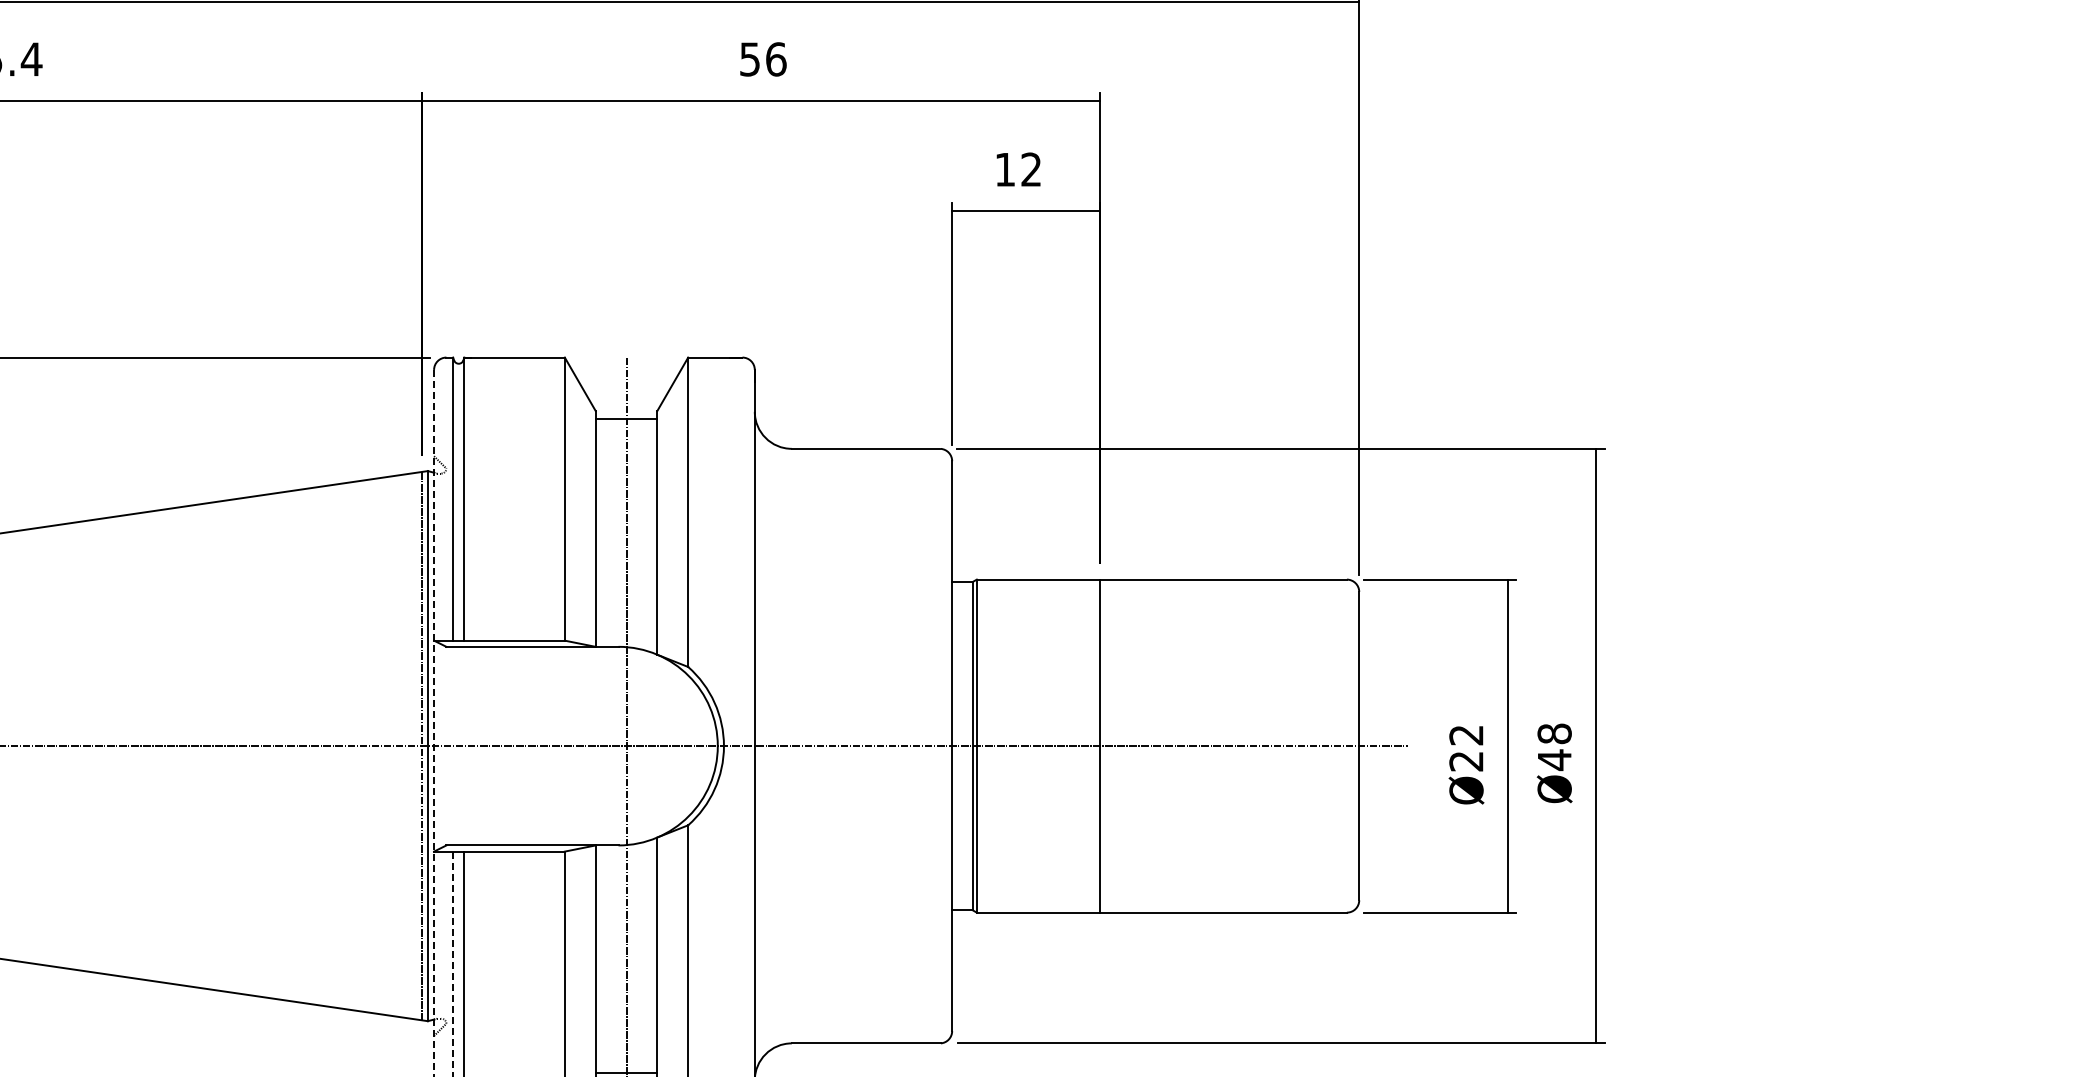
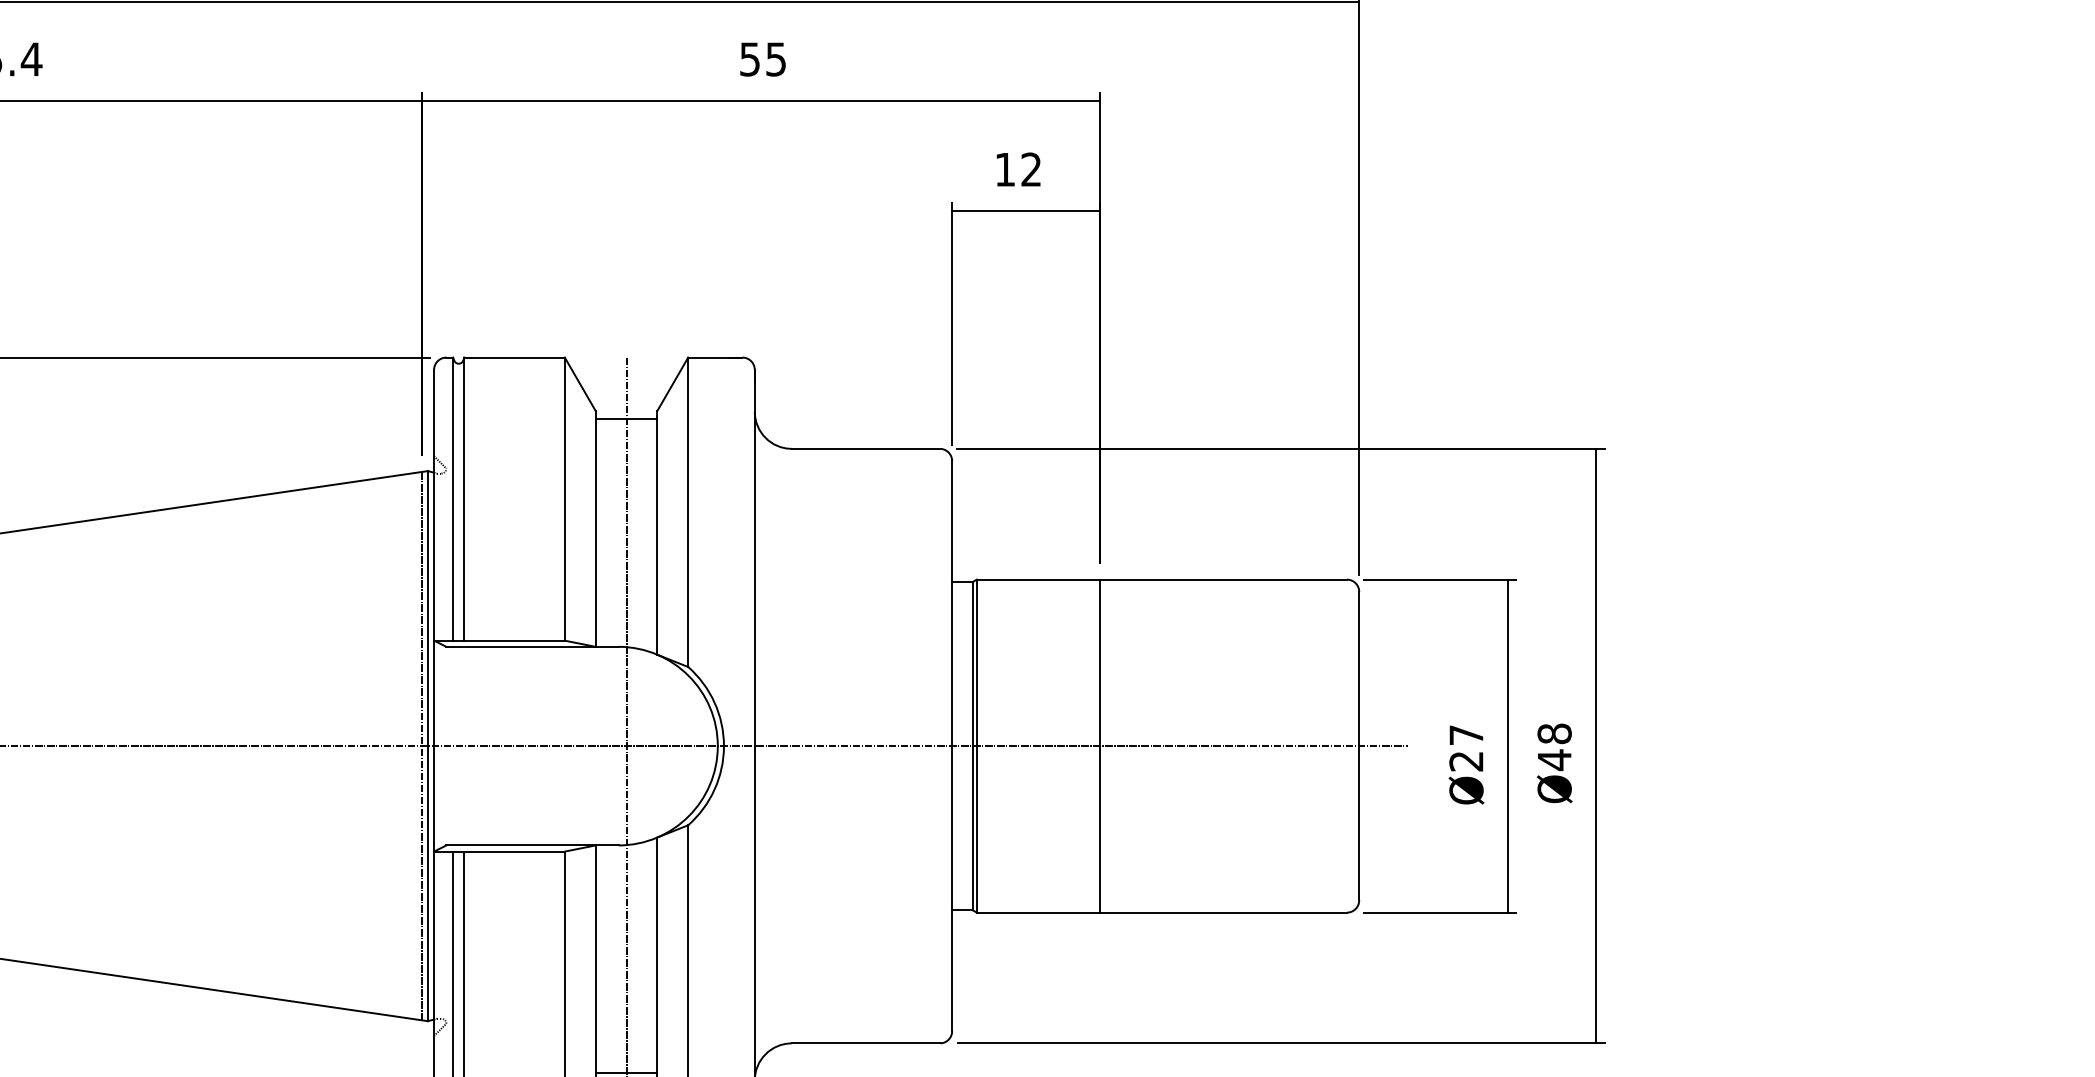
text at (776, 59): 56 -> 55
line at (434, 723): dashed -> solid
text at (1466, 735): Ø22 -> Ø27
line at (453, 964): dashed -> solid
